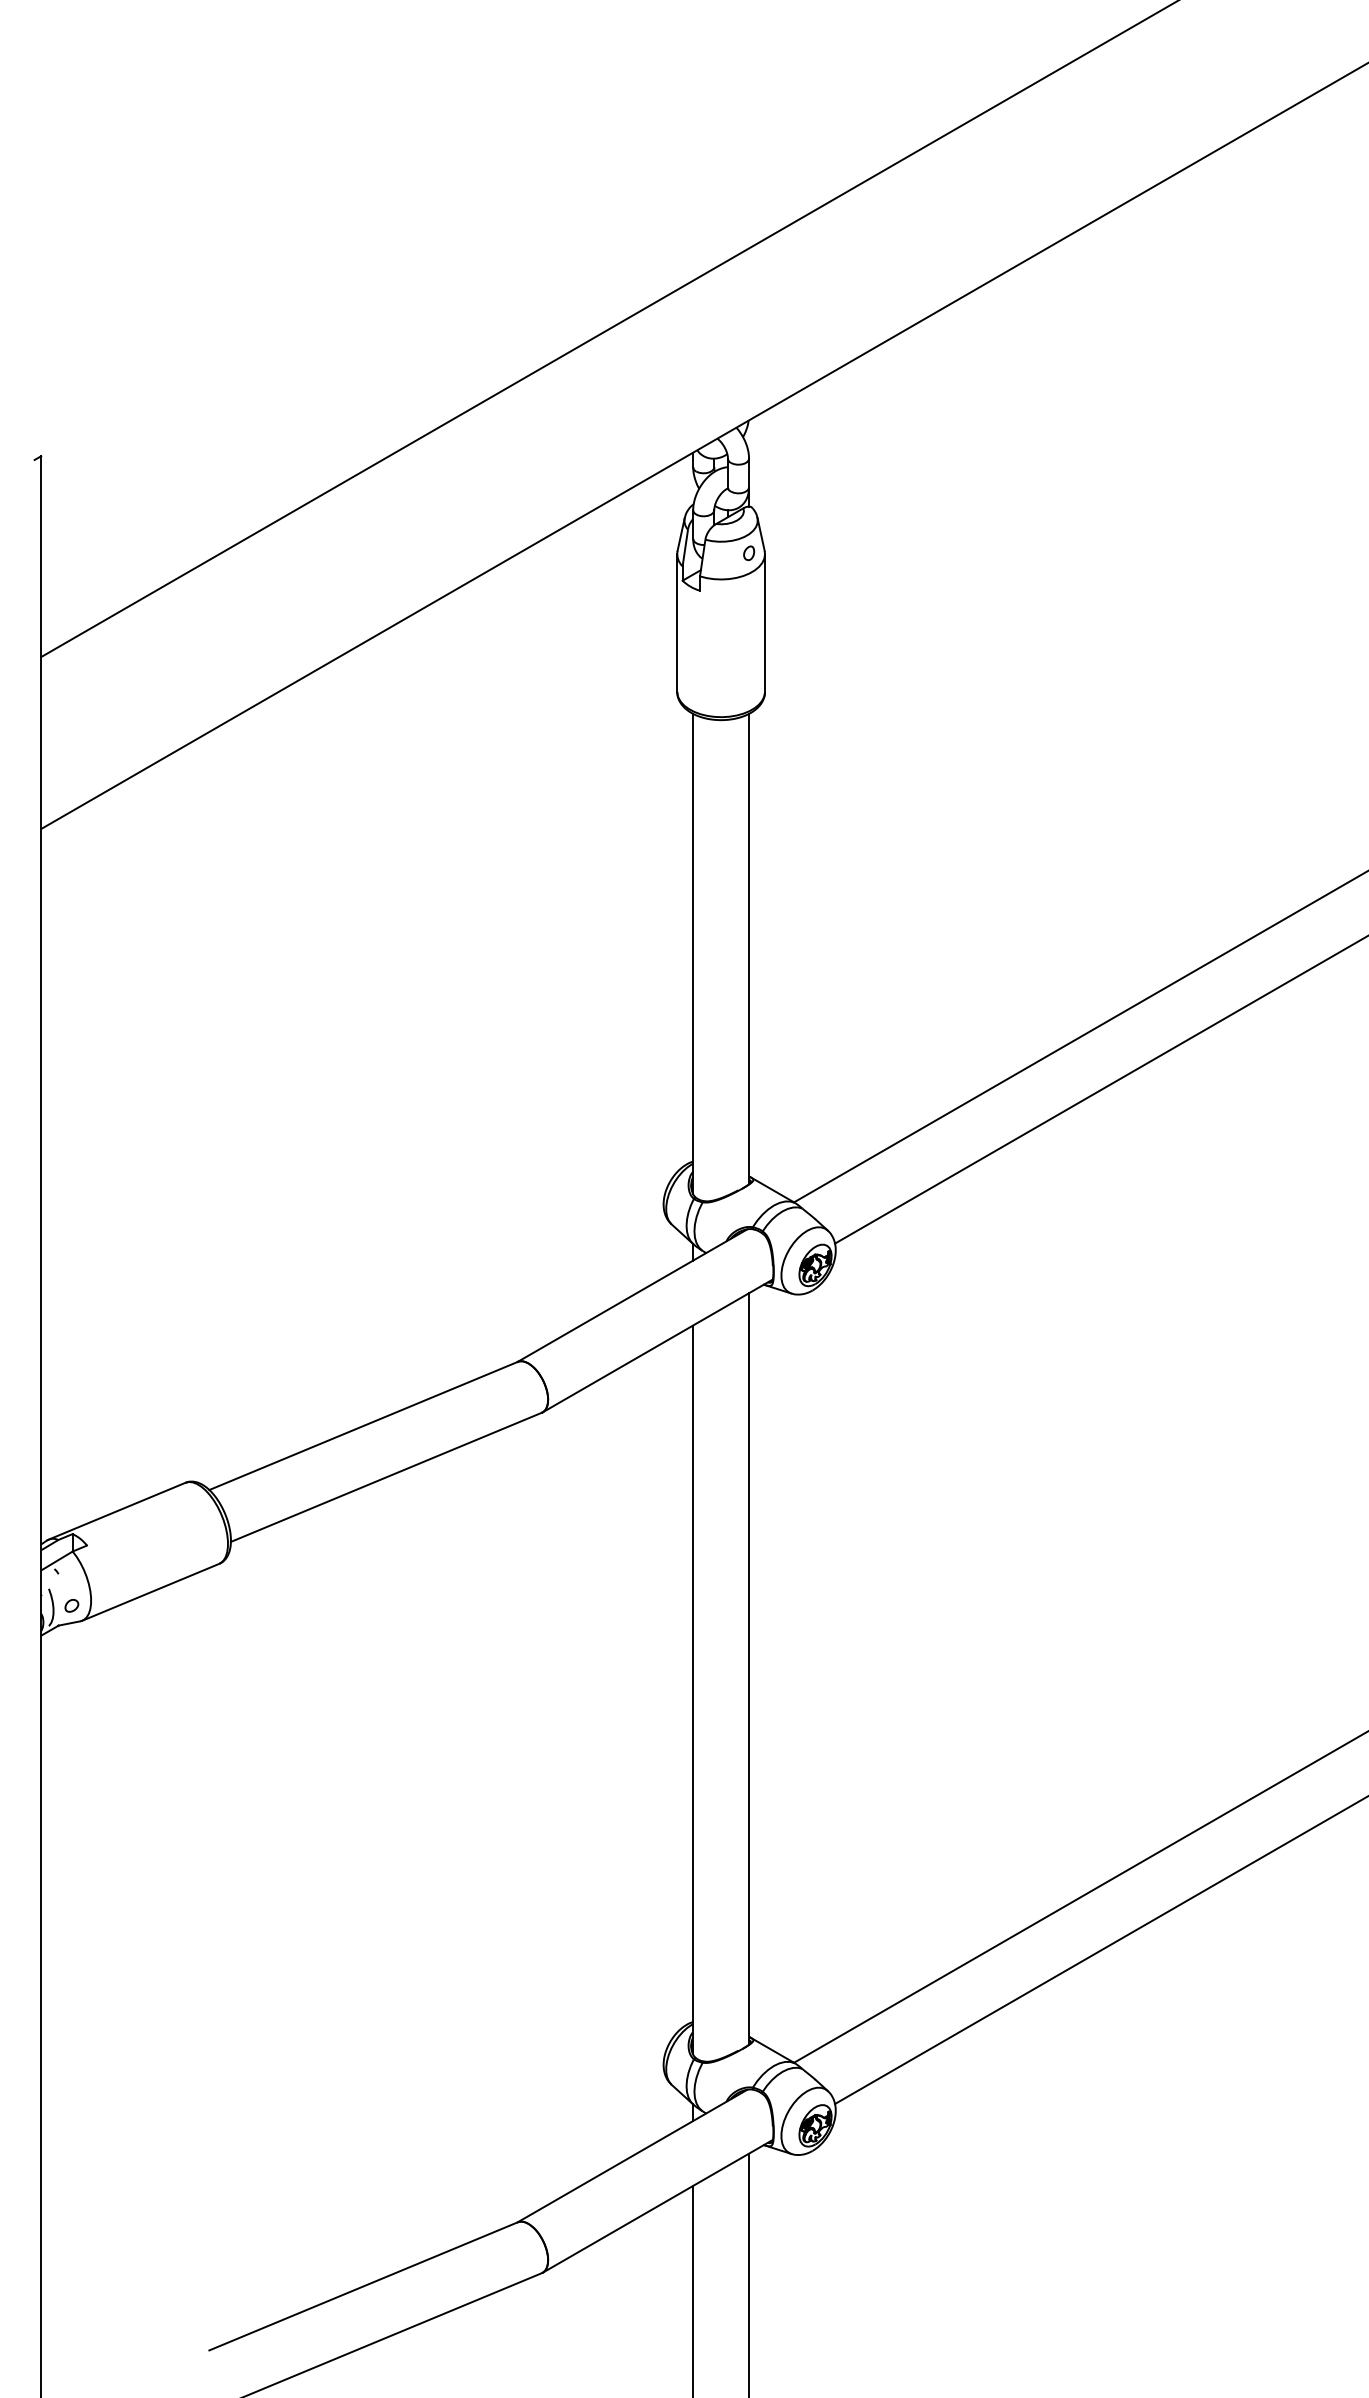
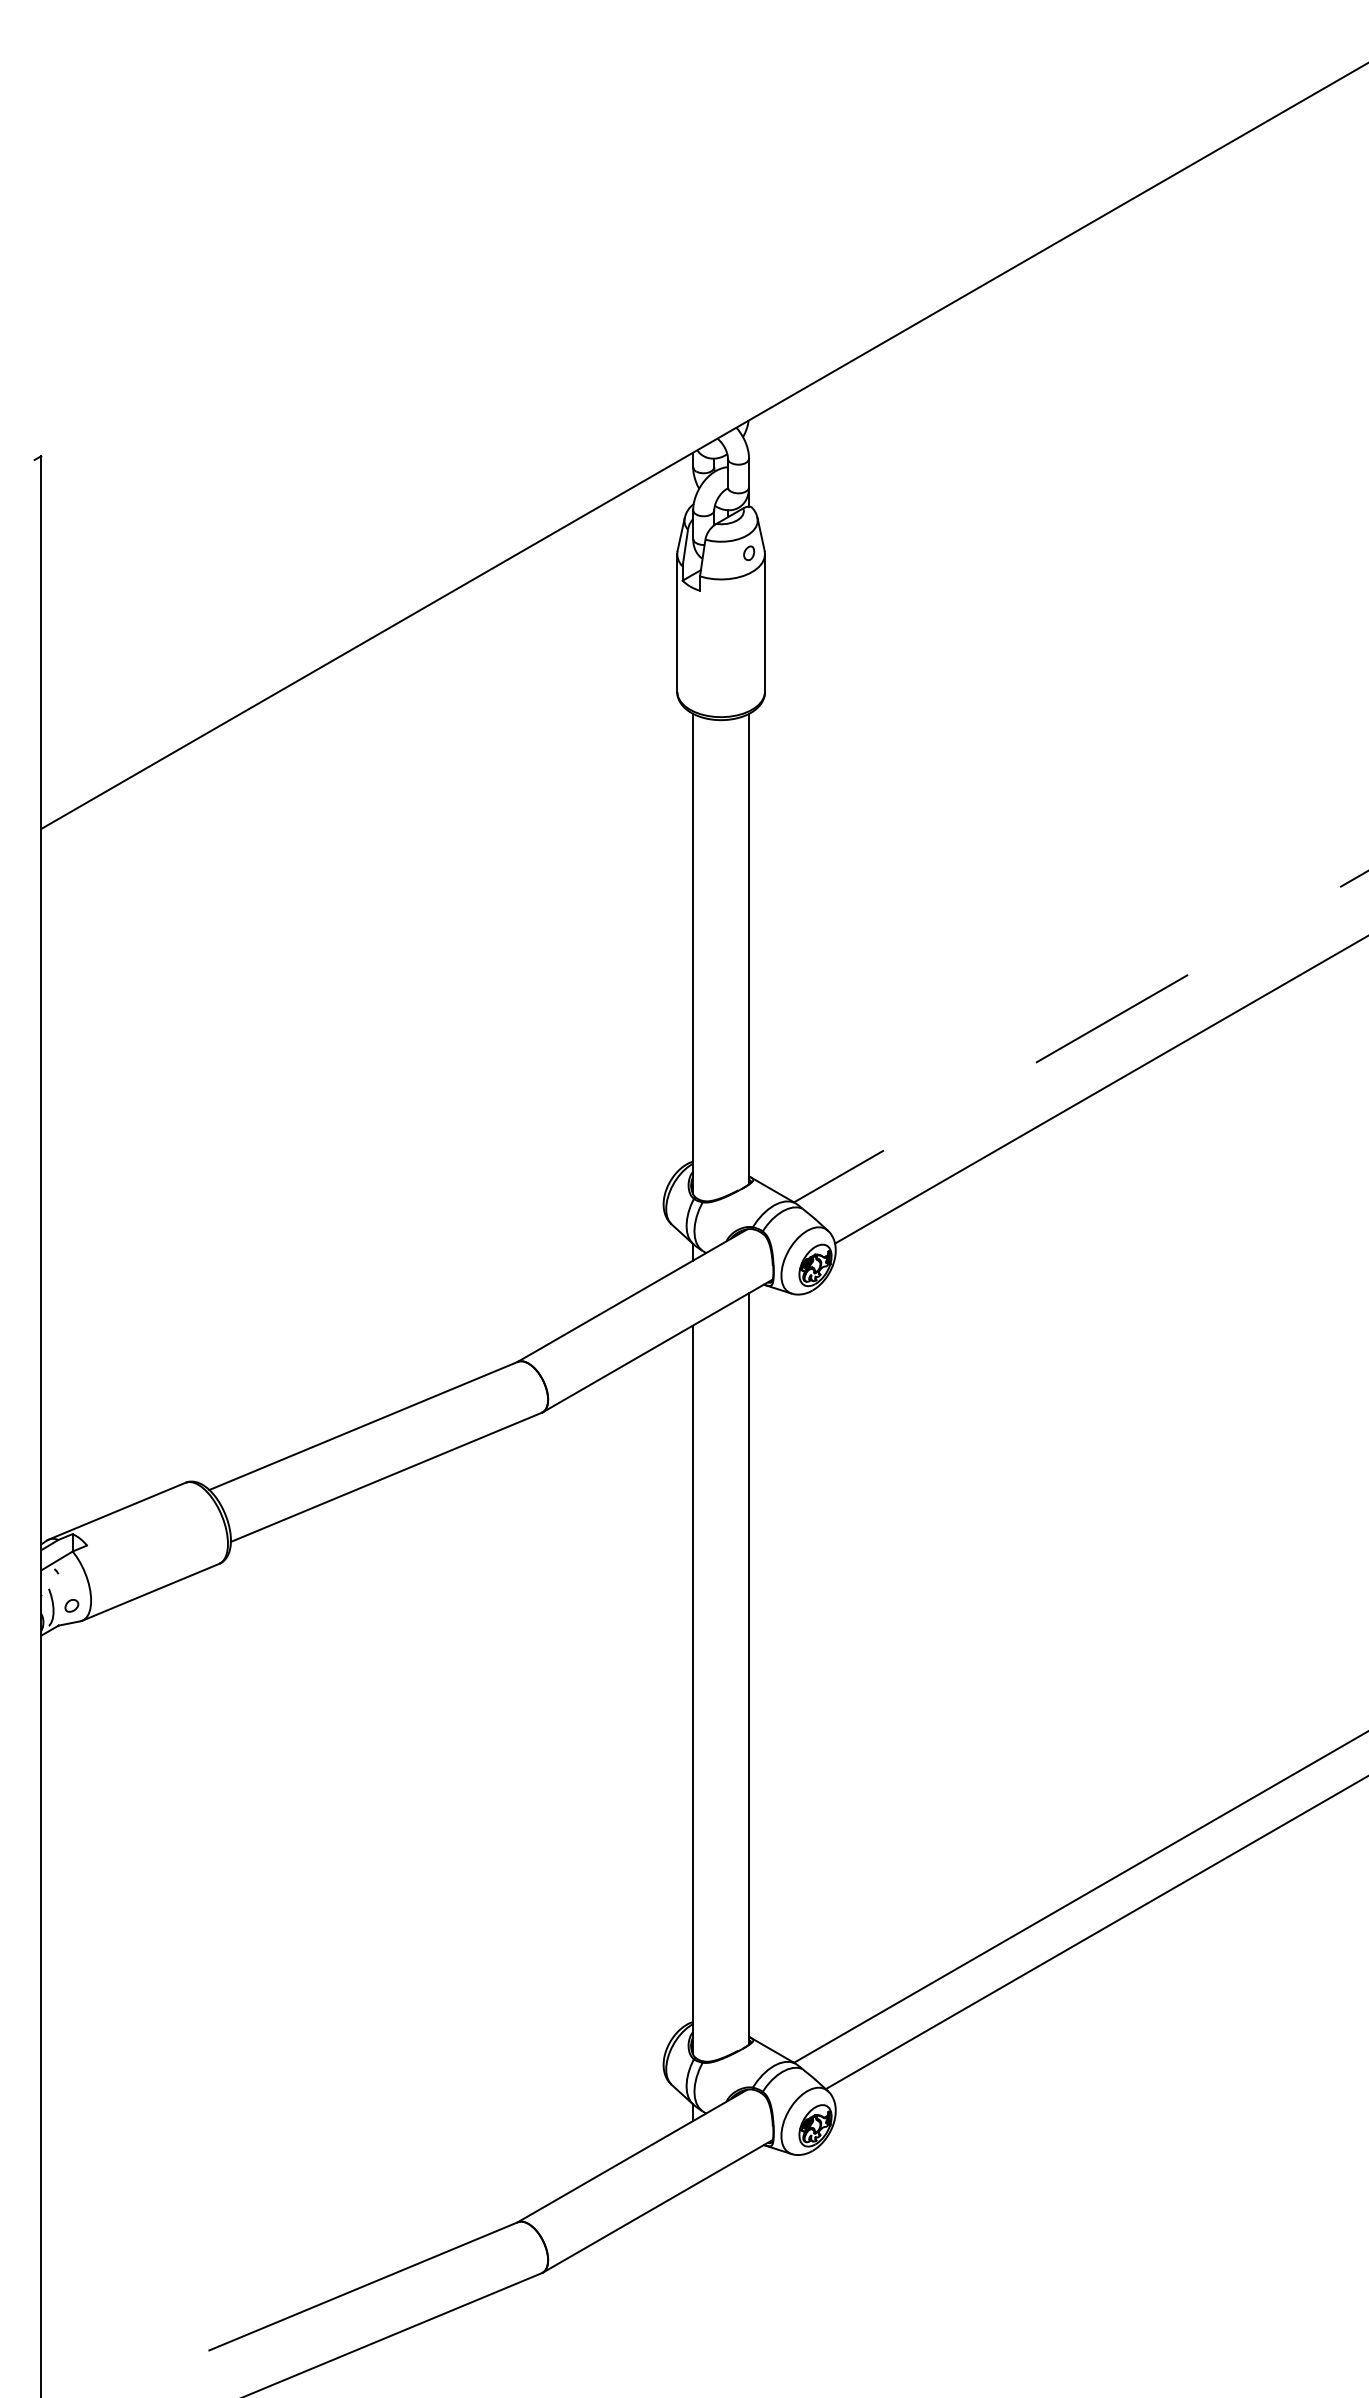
line at (608, 329): present -> none
line at (1081, 1036): solid -> dashed
line at (1099, 1950) position: (1099, 1950) -> (1095, 1933)
line at (749, 2273): present -> none
line at (693, 2290): present -> none
